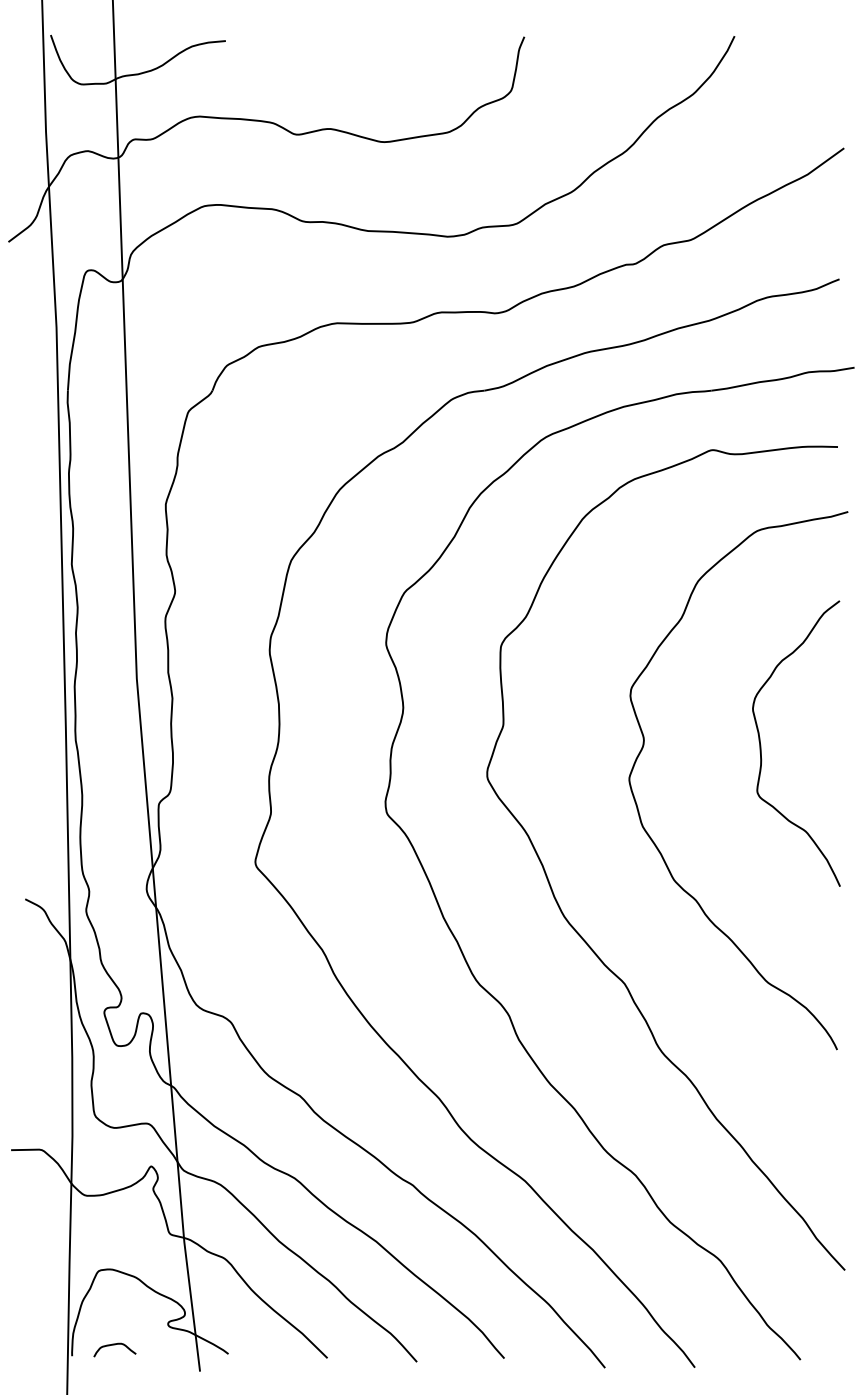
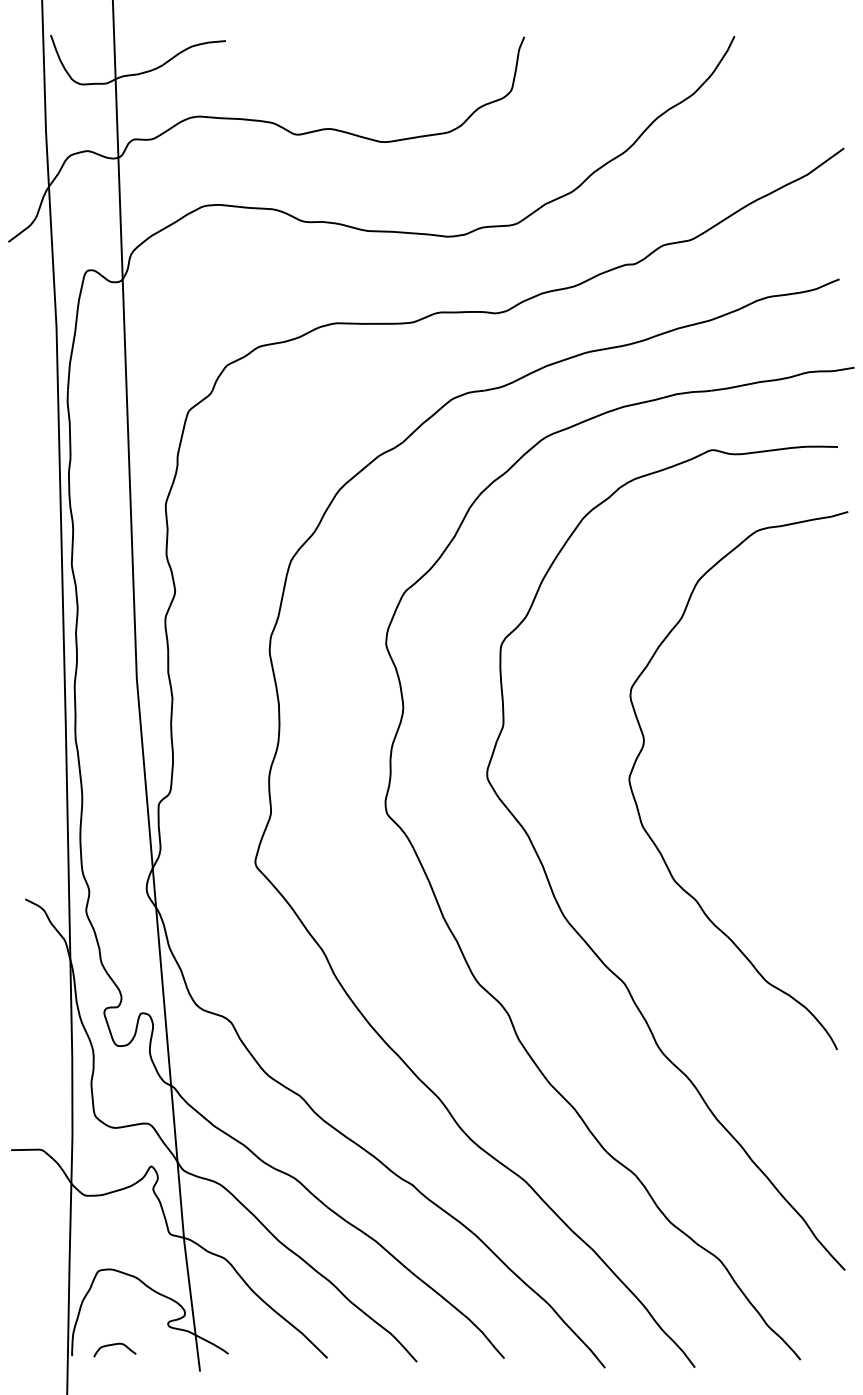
curve at (761, 744): present -> none
